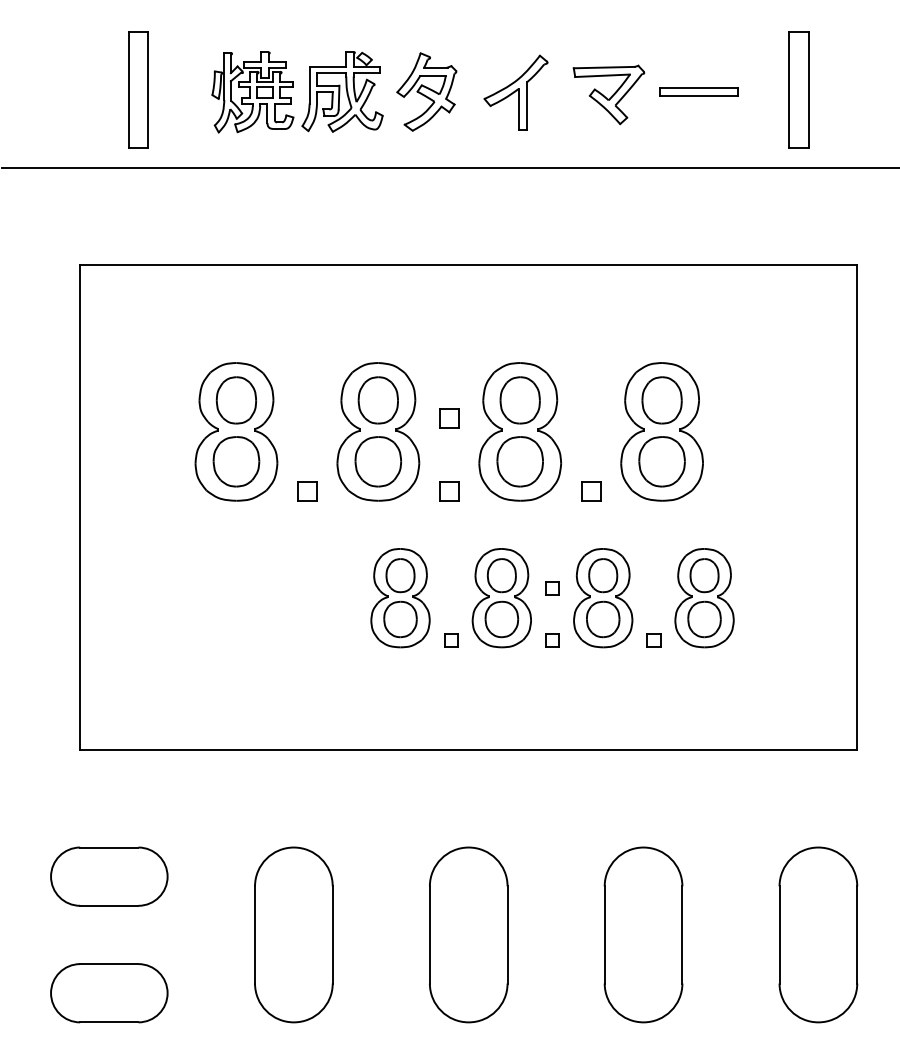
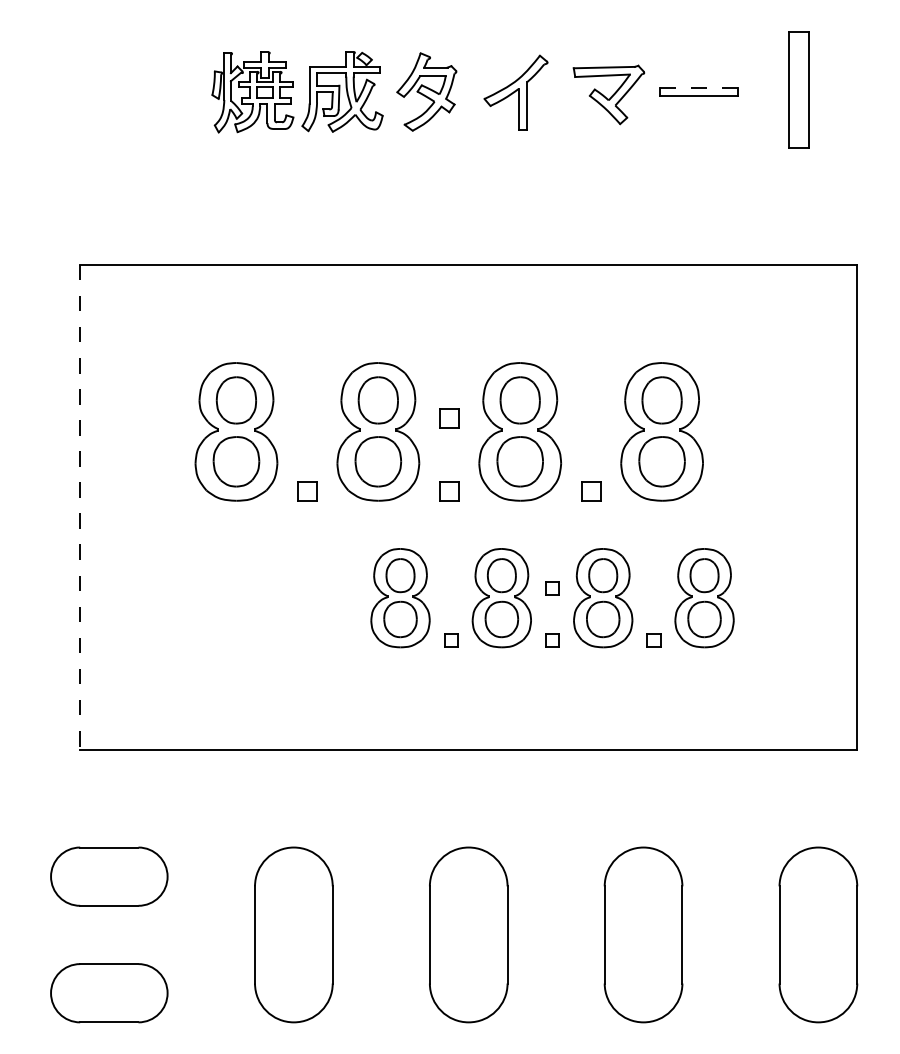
line at (698, 88): solid -> dashed
part at (138, 89): present -> none
line at (449, 167): present -> none
line at (80, 507): solid -> dashed
